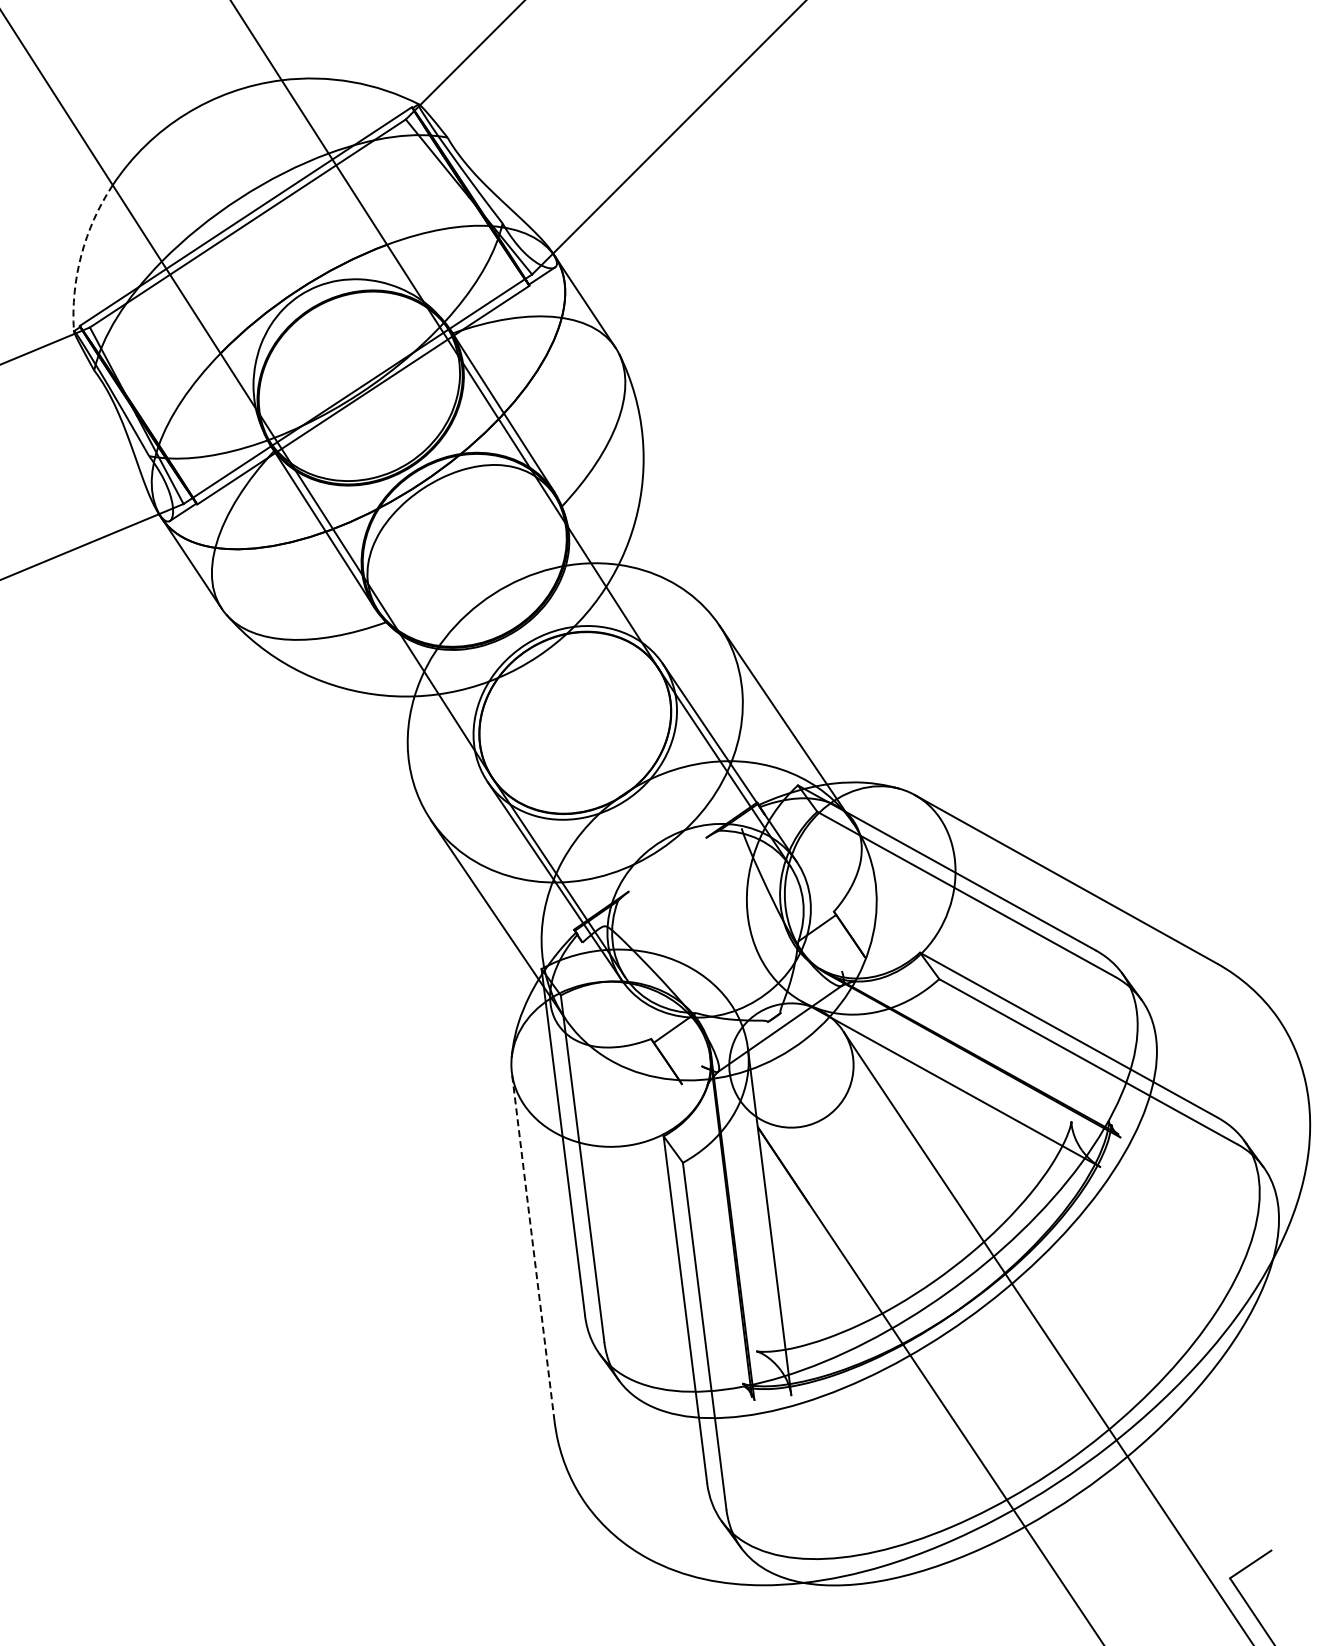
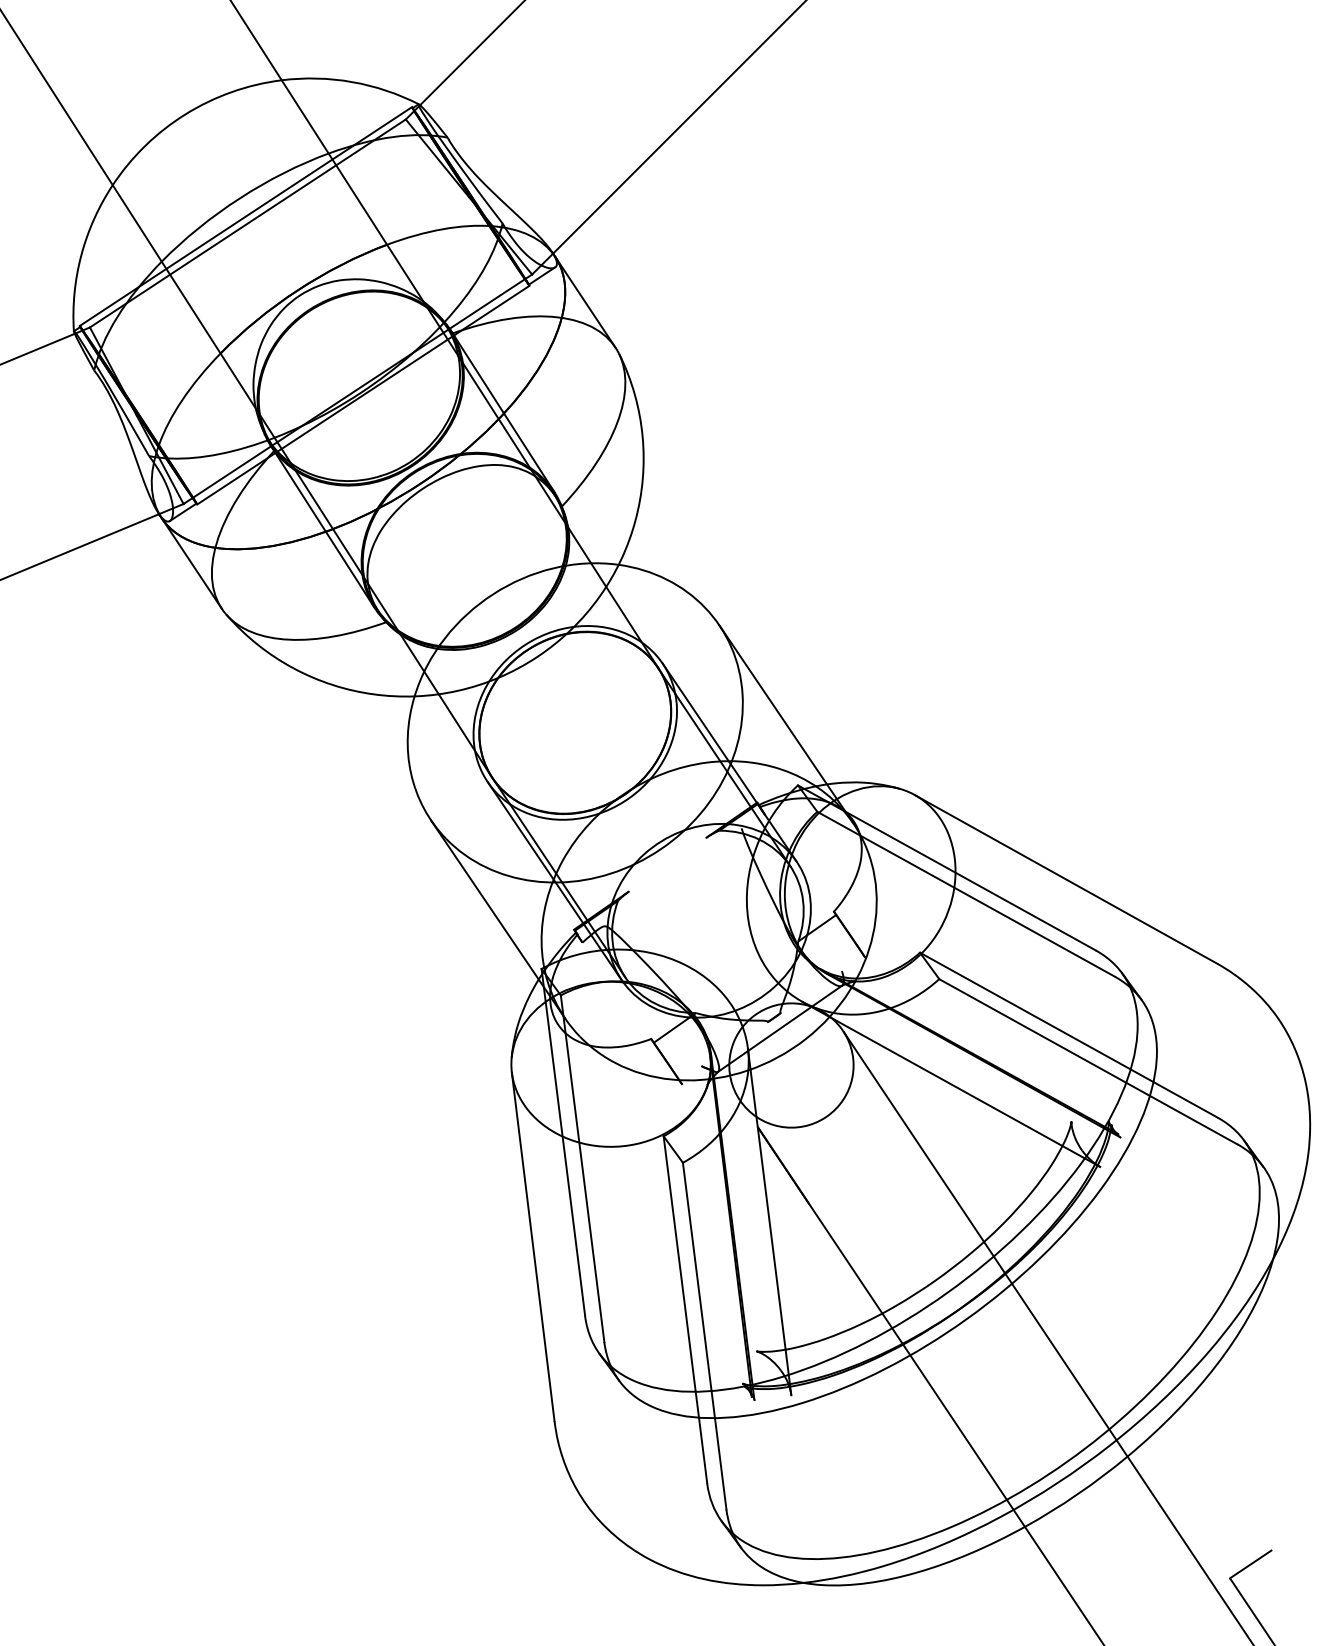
arc at (81, 255): dashed -> solid
line at (533, 1246): dashed -> solid
